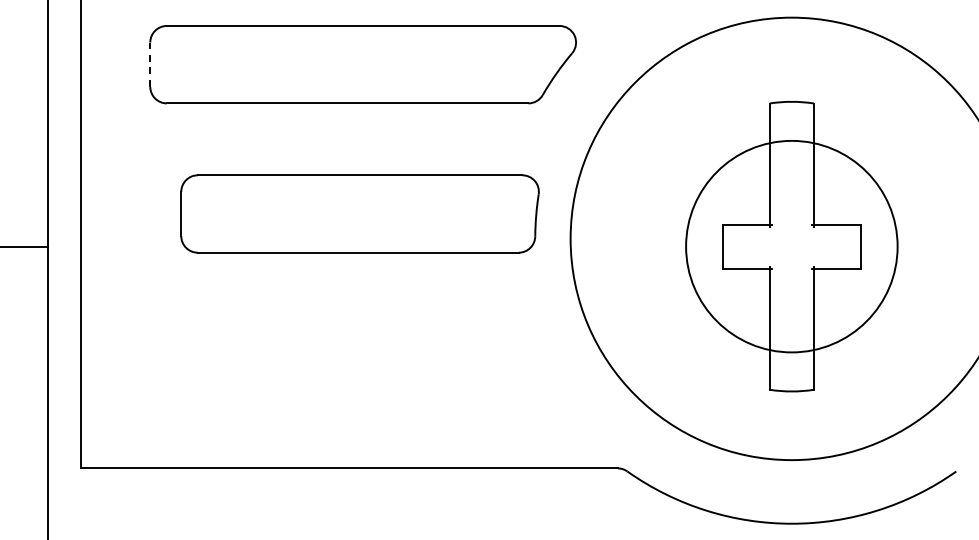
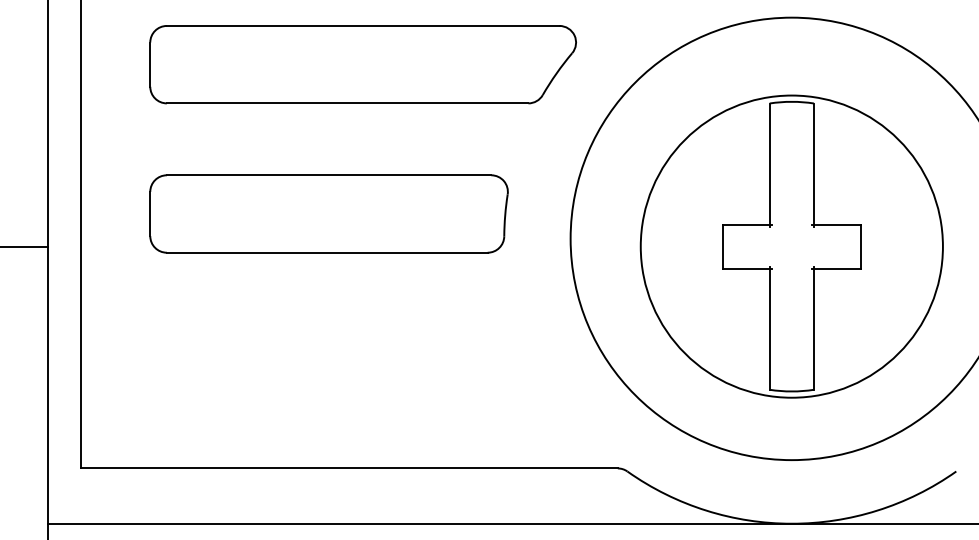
line at (150, 64): dashed -> solid
part at (359, 213) position: (359, 213) -> (328, 213)
circle at (791, 246) diameter: 212 px -> 302 px
line at (511, 523): none -> present
